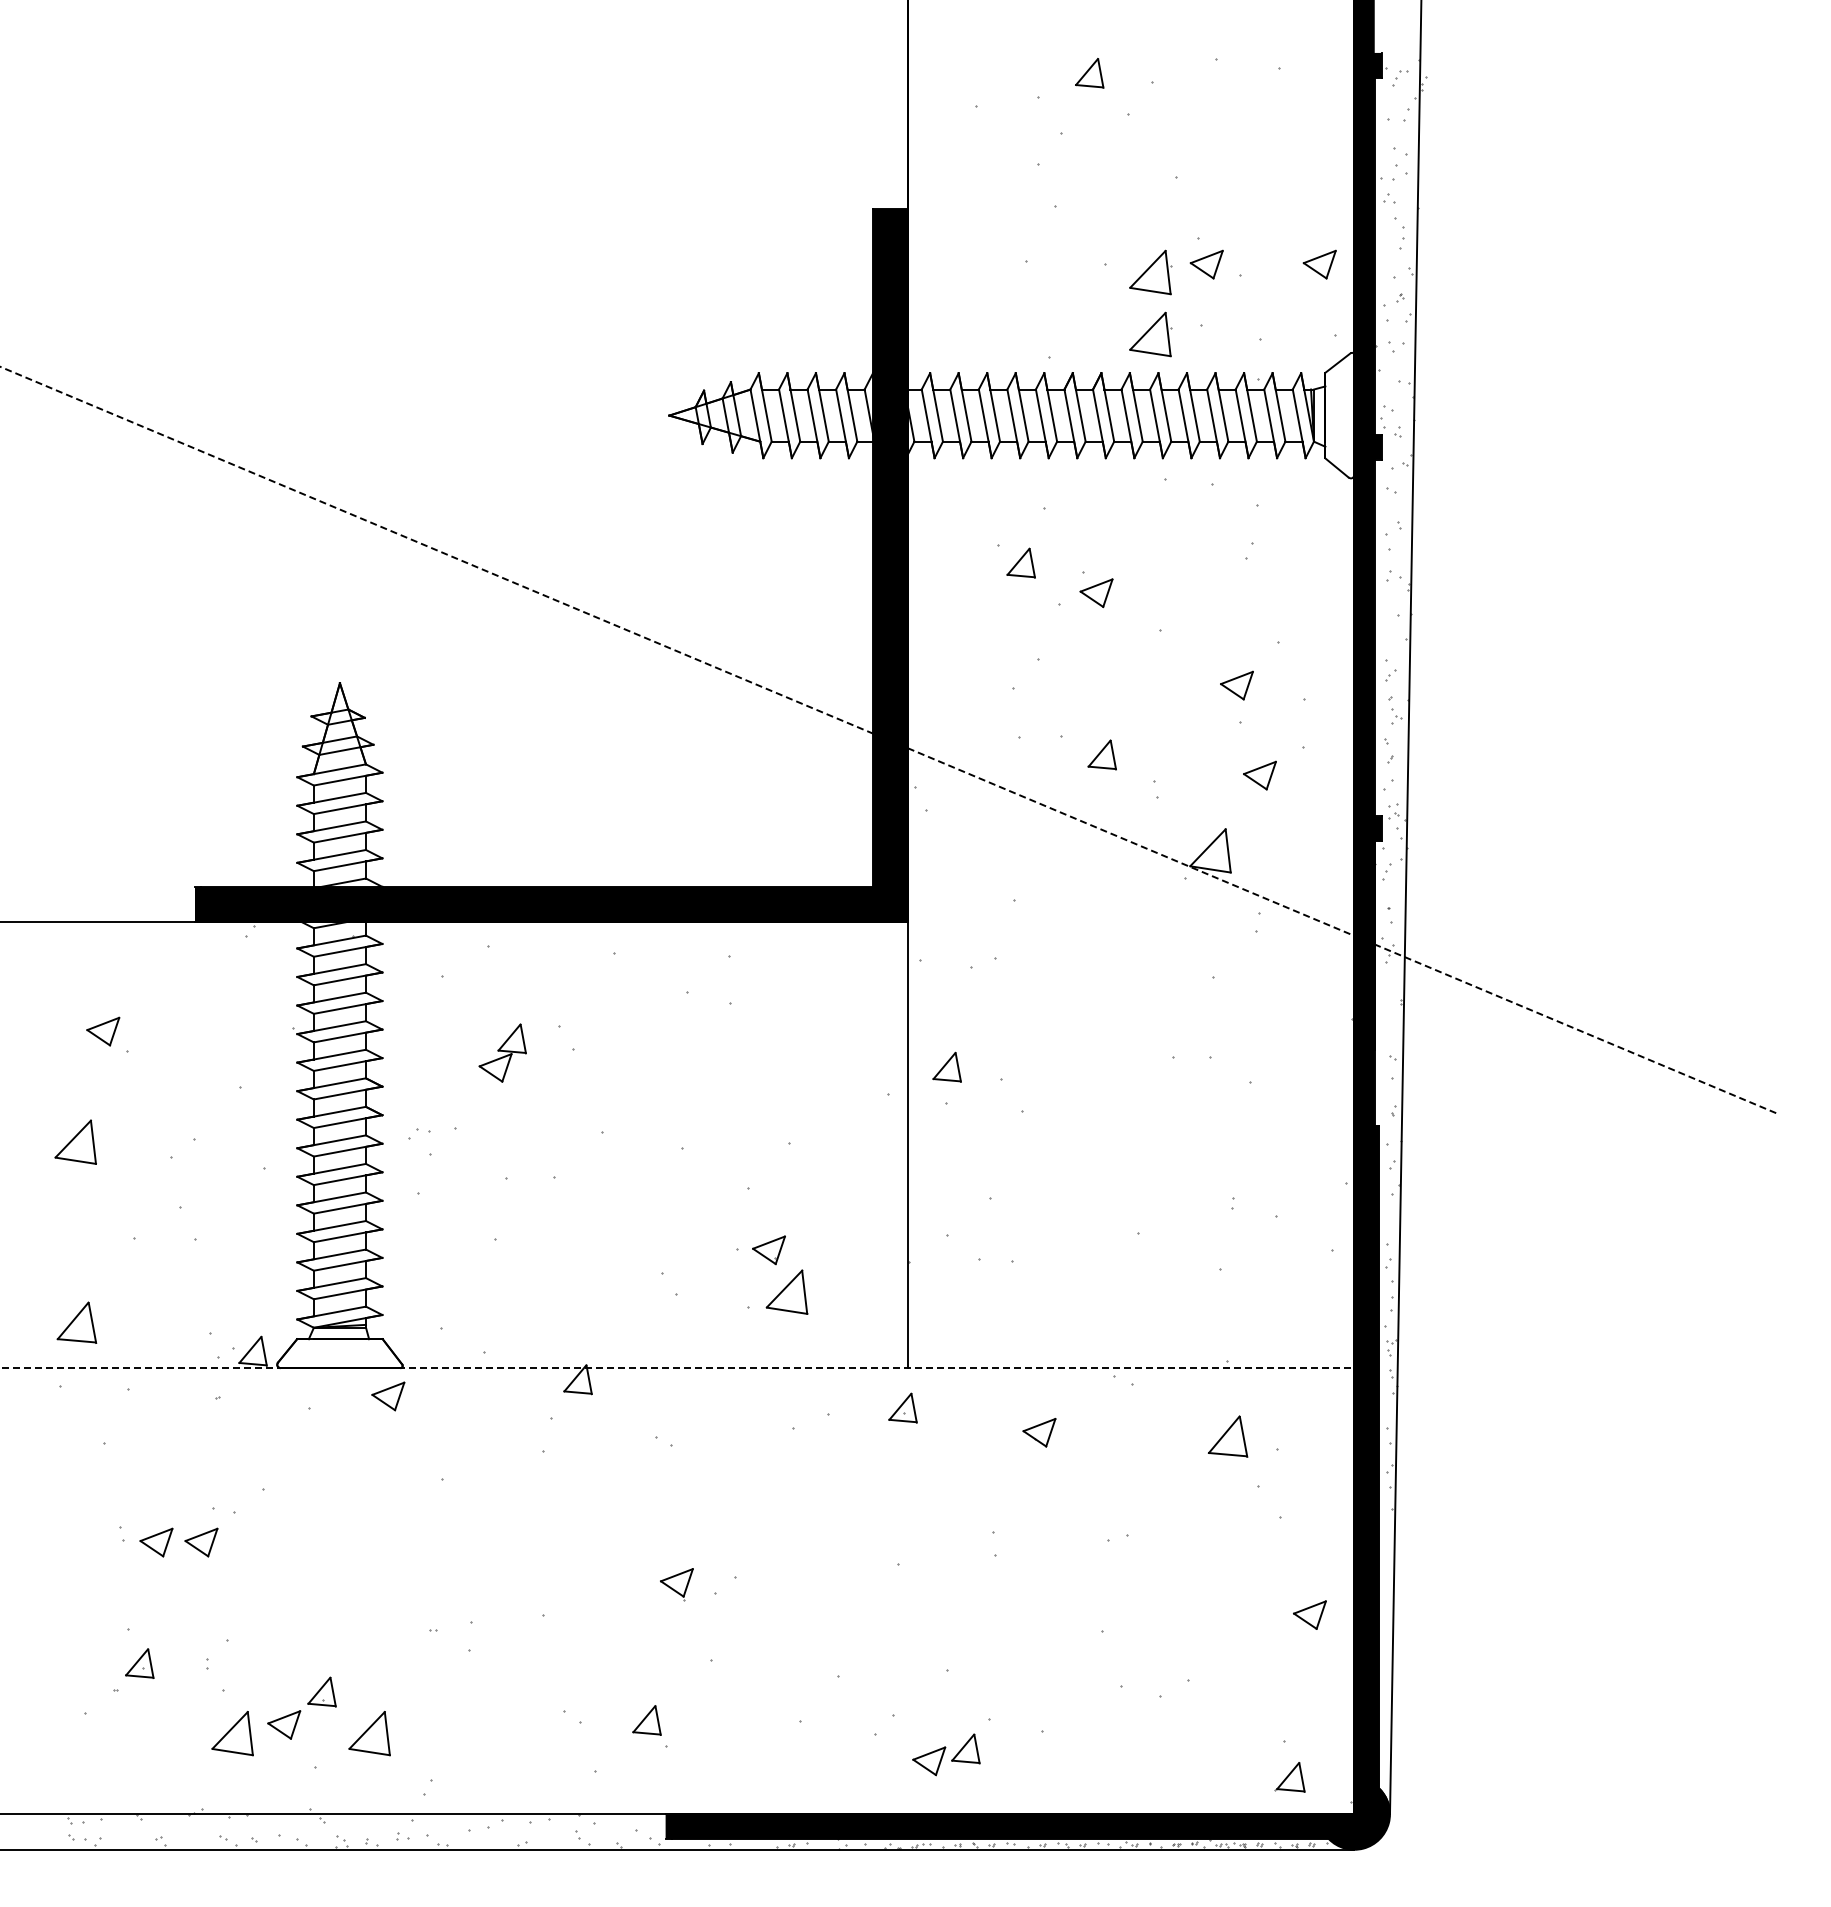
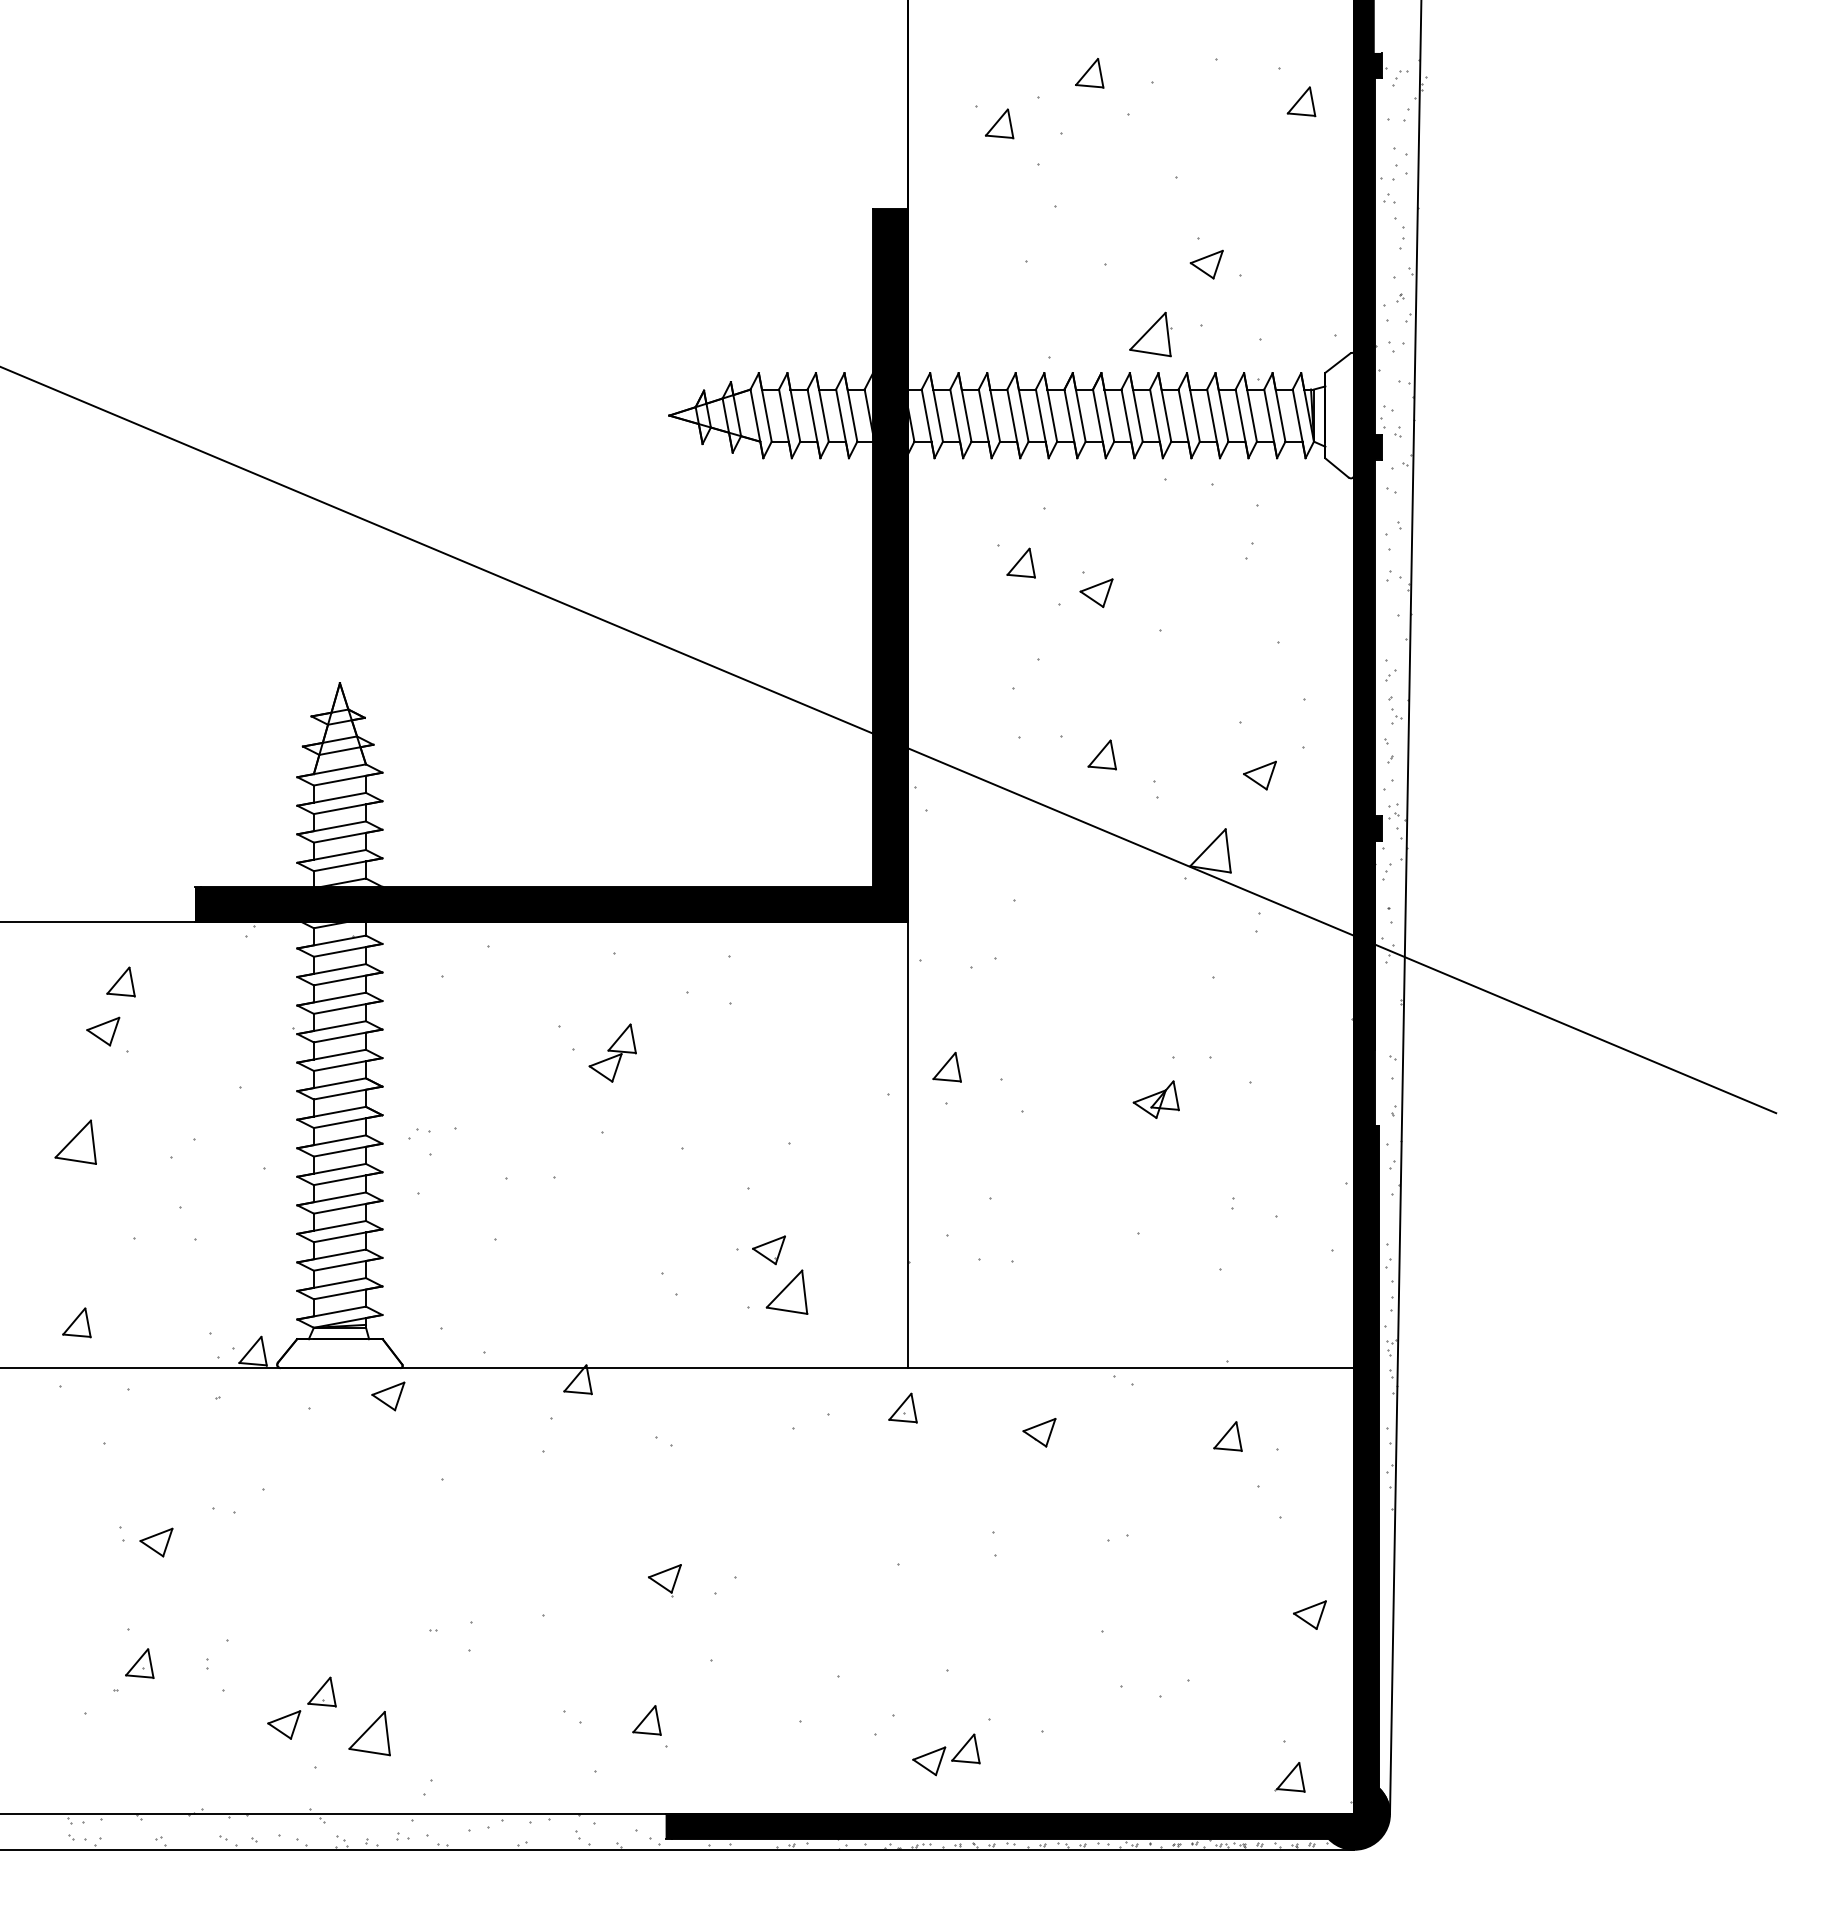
part at (1301, 101): none -> present
part at (999, 123): none -> present
part at (1319, 264): present -> none
part at (1150, 272): present -> none
part at (1236, 685): present -> none
line at (887, 739): dashed -> solid
part at (120, 981): none -> present
part at (502, 1052) position: (502, 1052) -> (612, 1052)
part at (1155, 1099): none -> present
part at (76, 1322) size: 42x43 px -> 30x32 px
line at (677, 1368): dashed -> solid
part at (1227, 1436) size: 42x43 px -> 30x31 px
part at (201, 1542): present -> none
part at (676, 1584) position: (676, 1584) -> (664, 1580)
part at (232, 1733): present -> none
